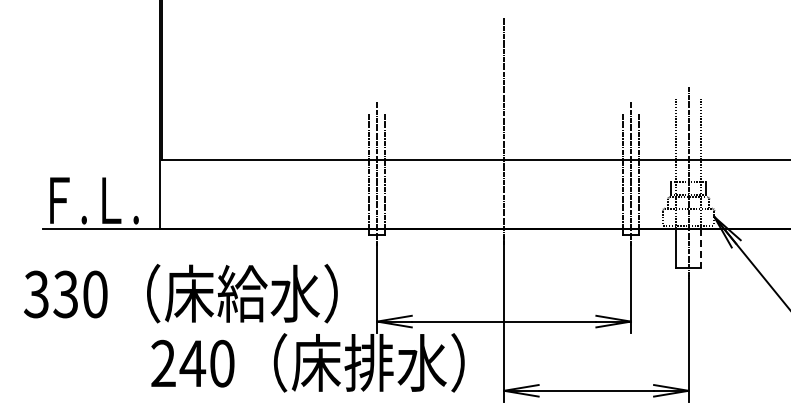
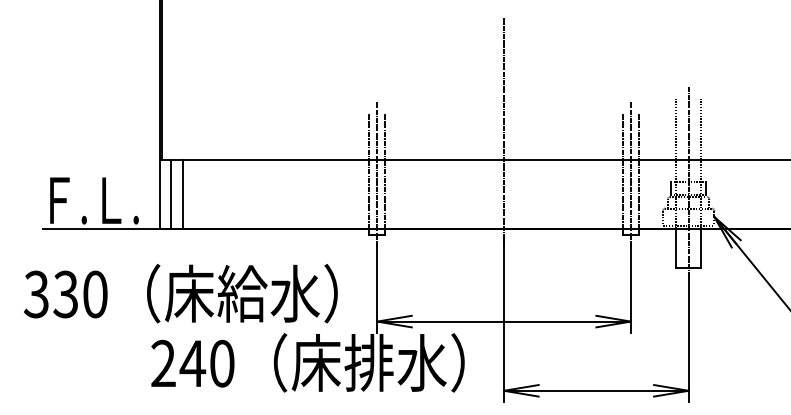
line at (171, 194): none -> present
line at (182, 194): none -> present
line at (700, 249): dashed -> solid
